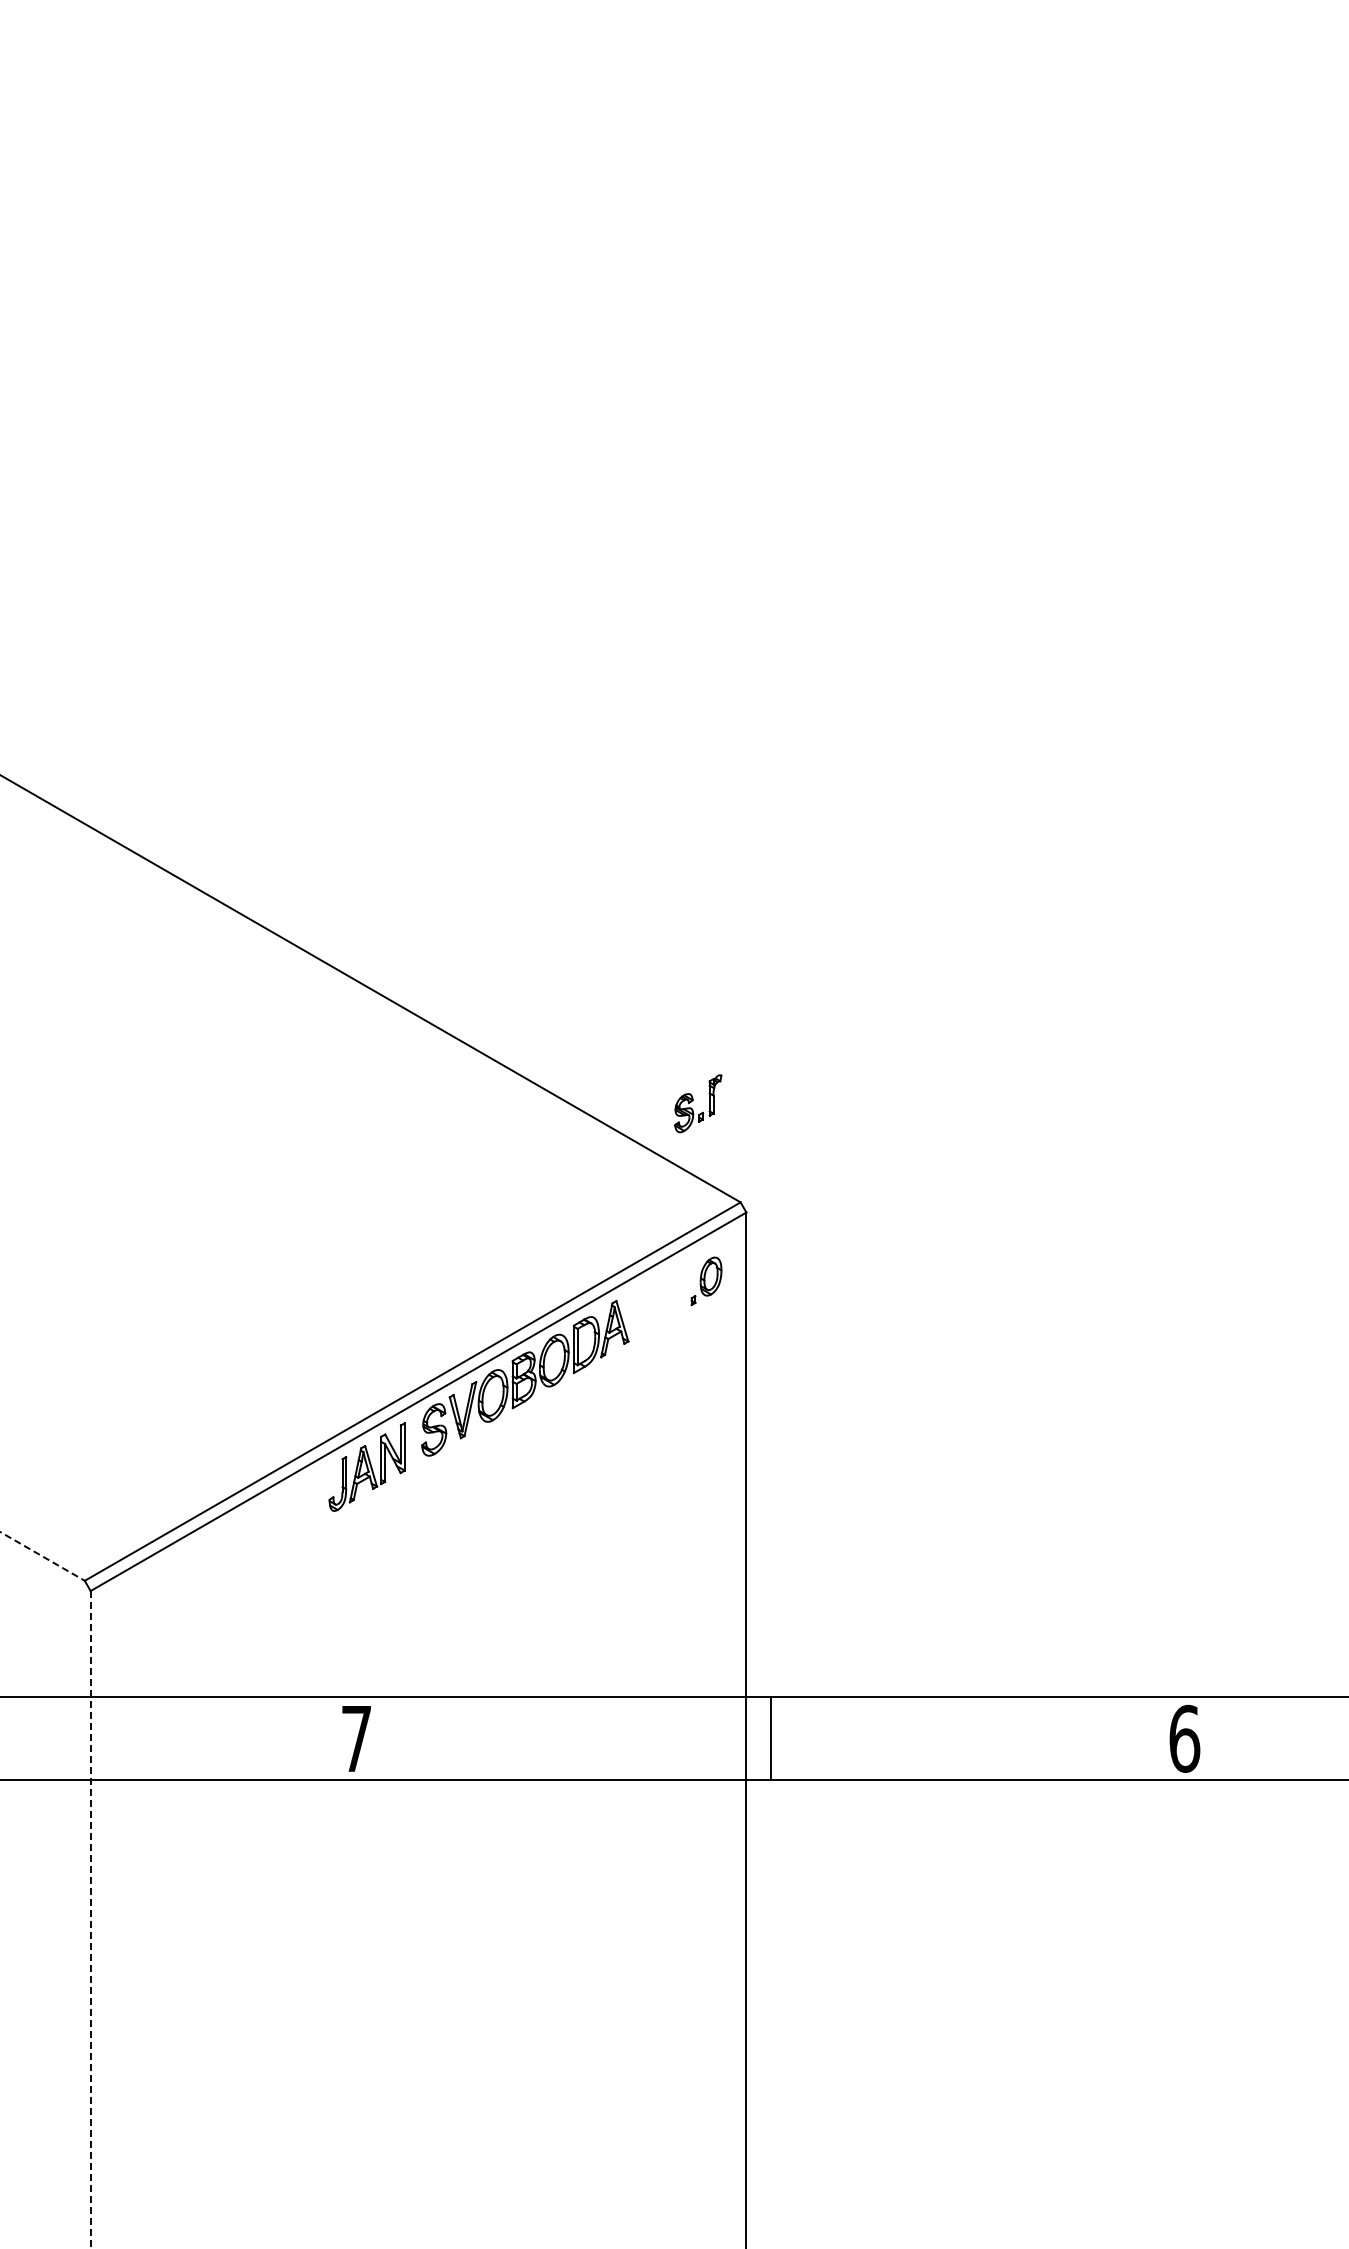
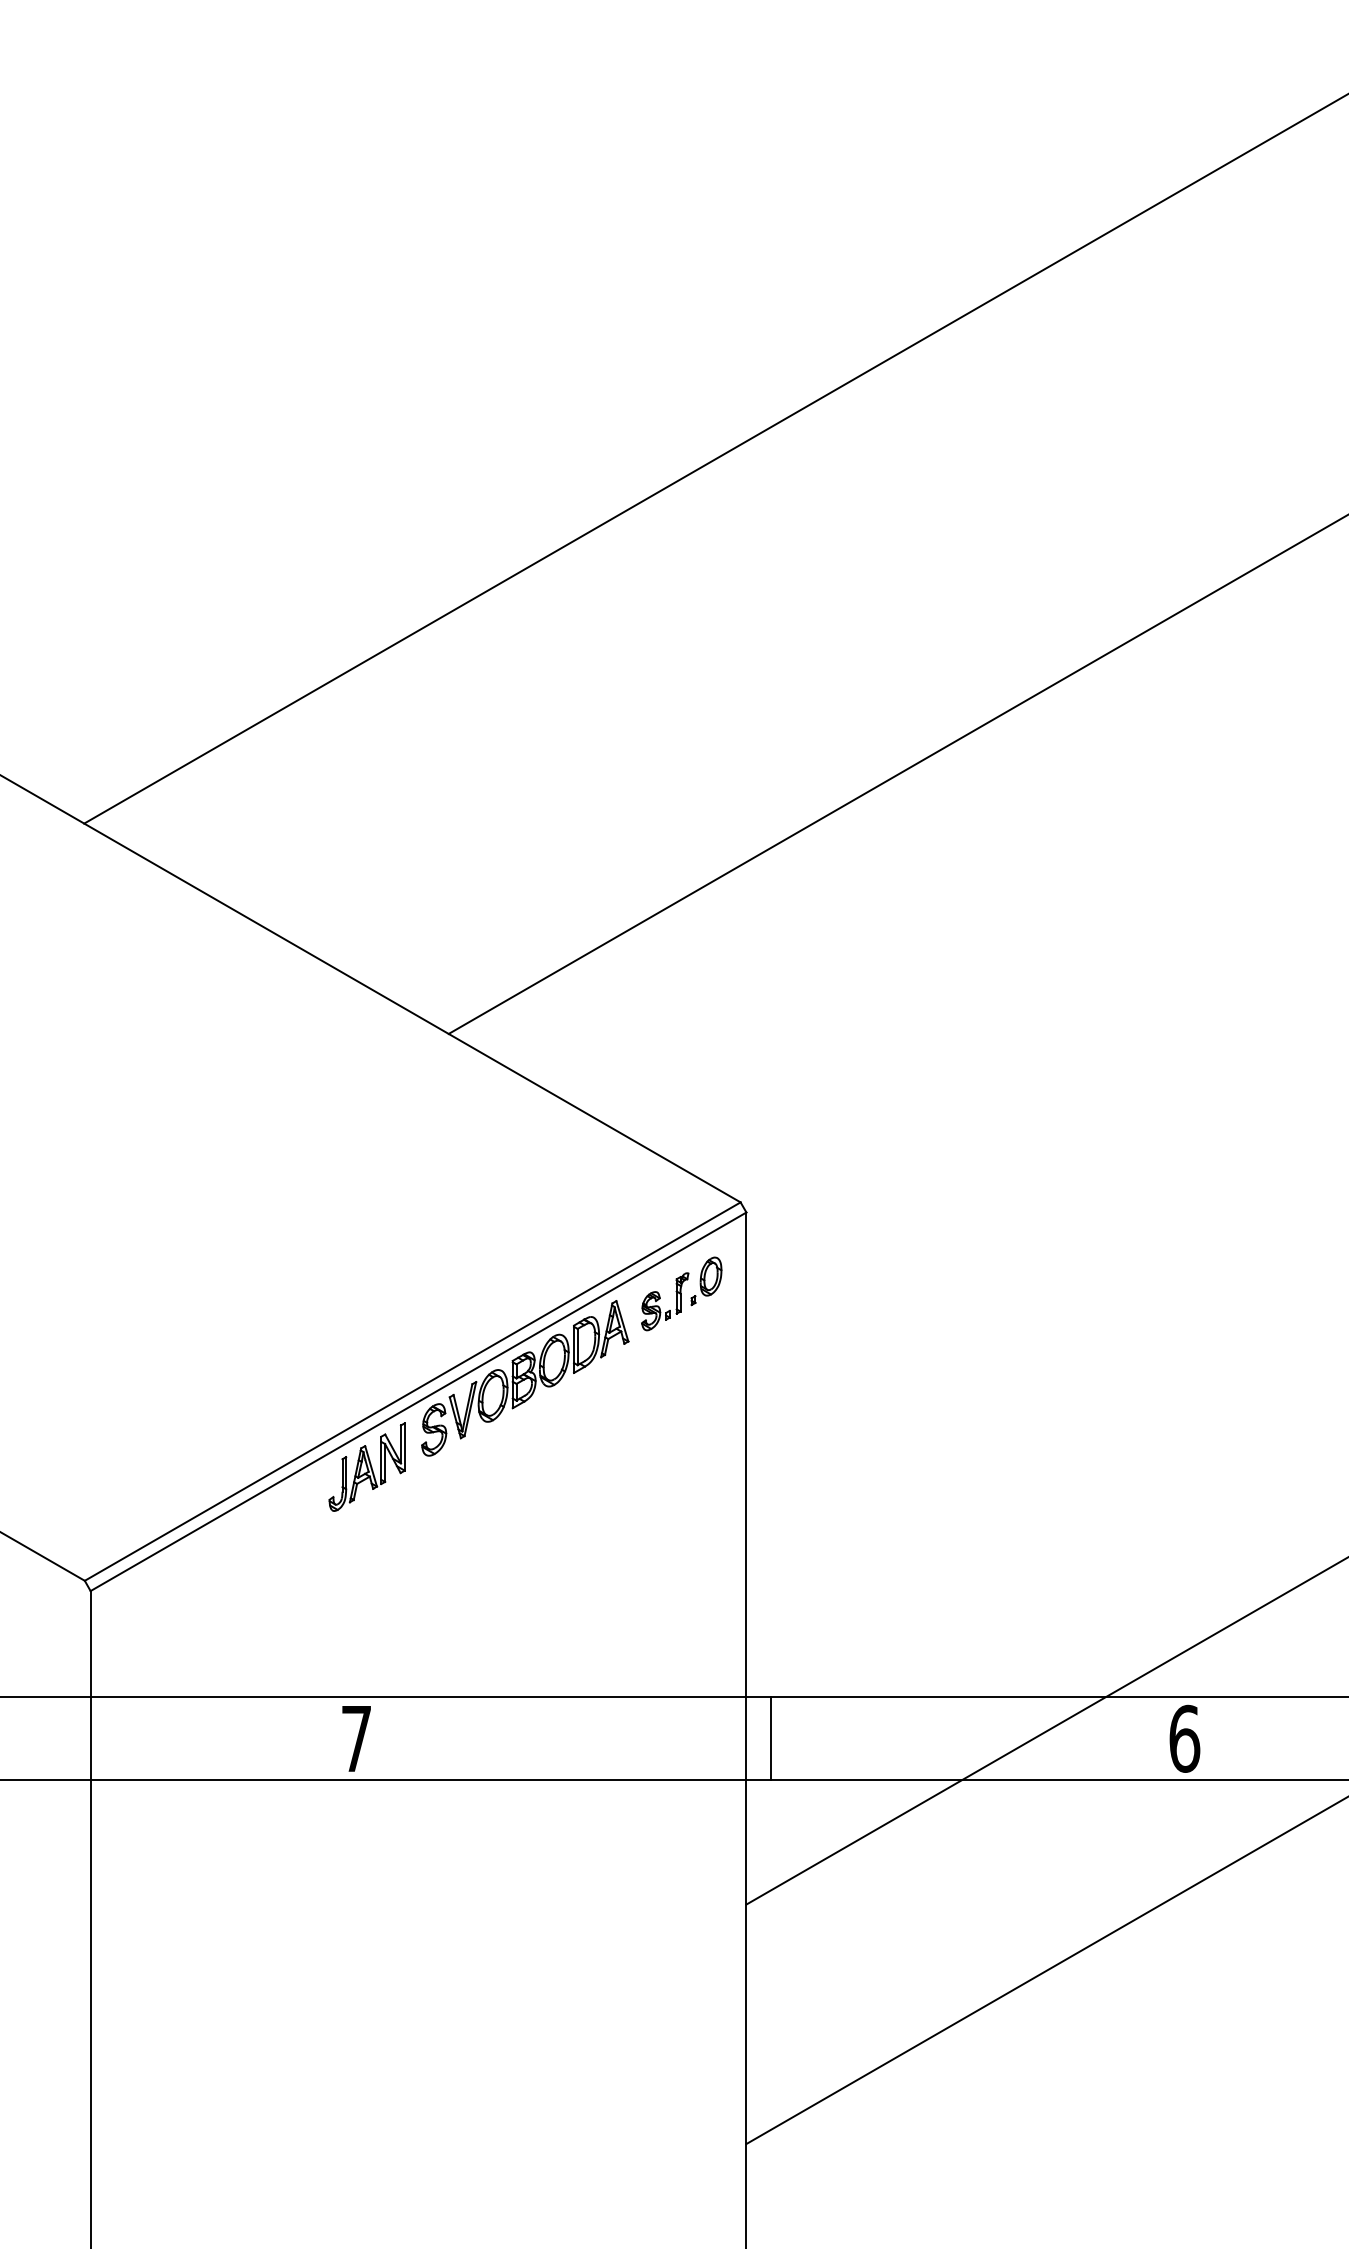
line at (714, 459): none -> present
line at (896, 774): none -> present
part at (698, 1103) position: (698, 1103) -> (665, 1301)
line at (43, 1556): dashed -> solid
line at (1045, 1731): none -> present
line at (90, 1920): dashed -> solid
line at (1045, 1971): none -> present
